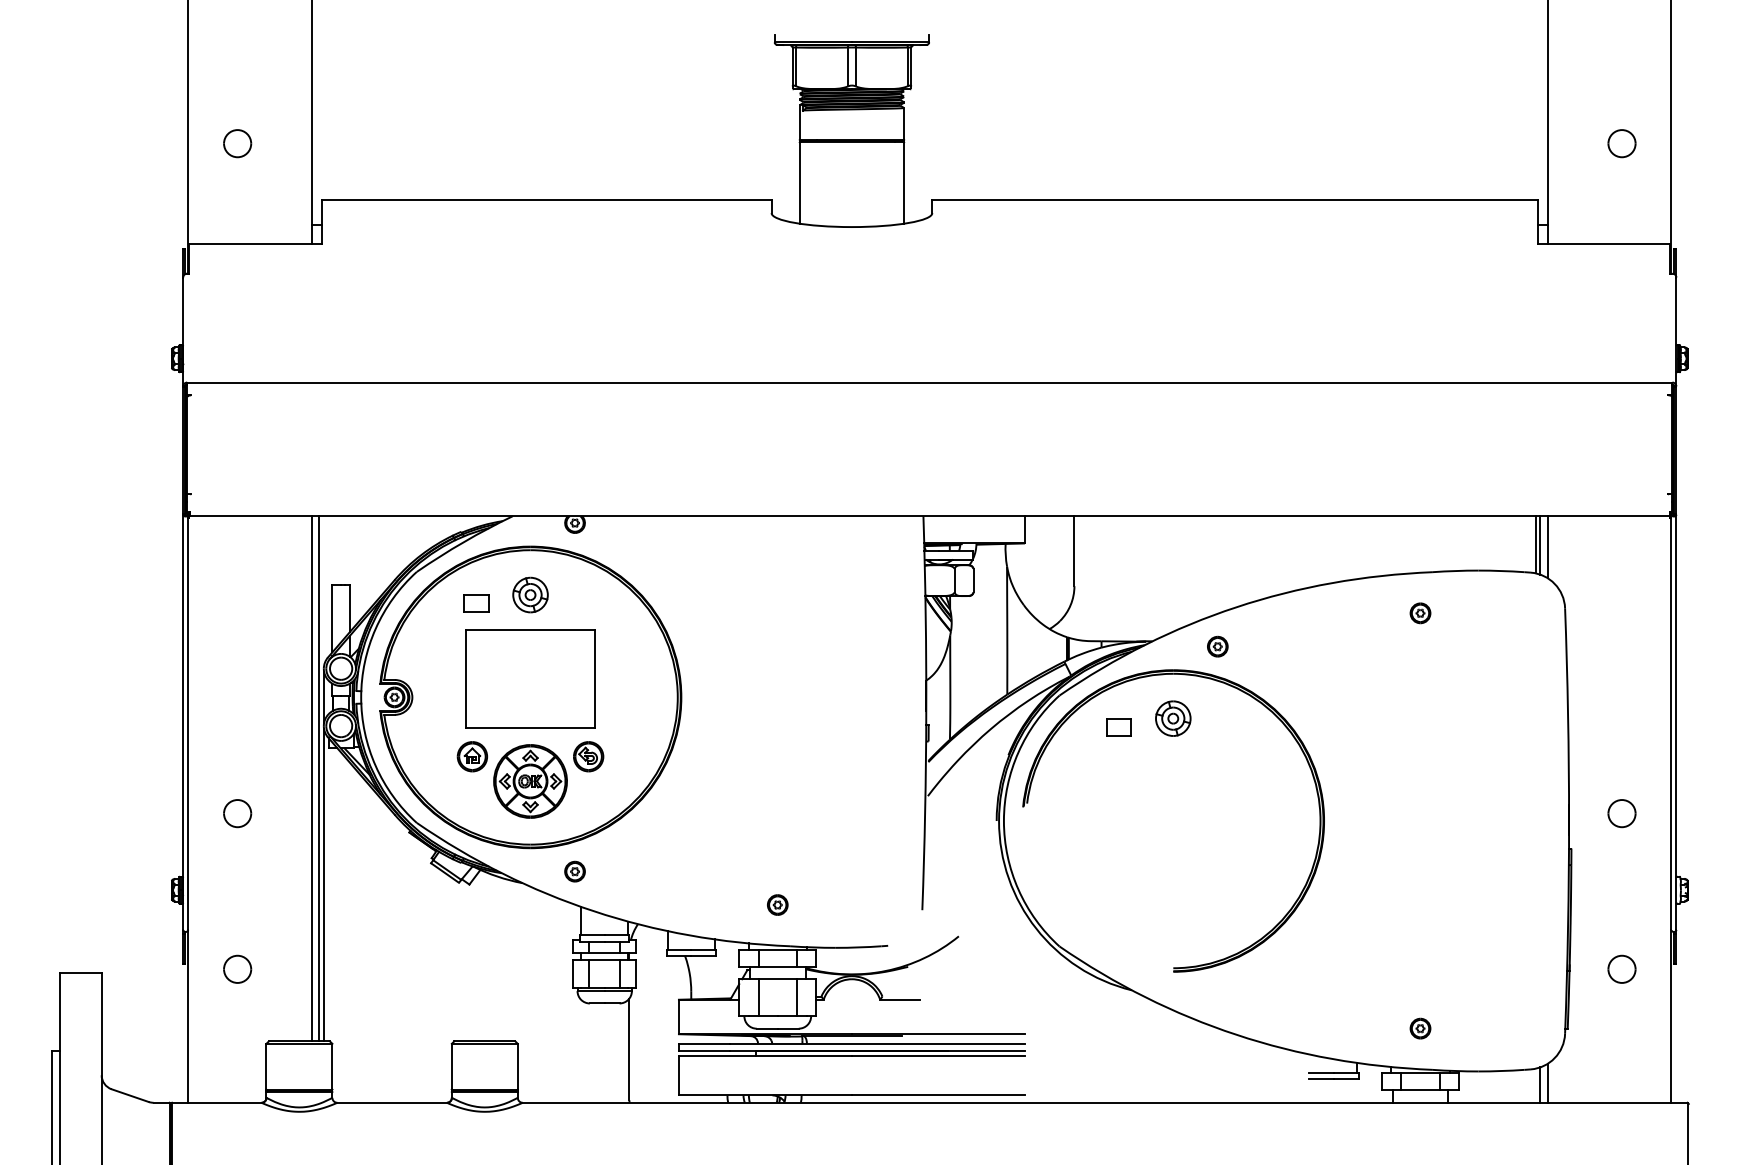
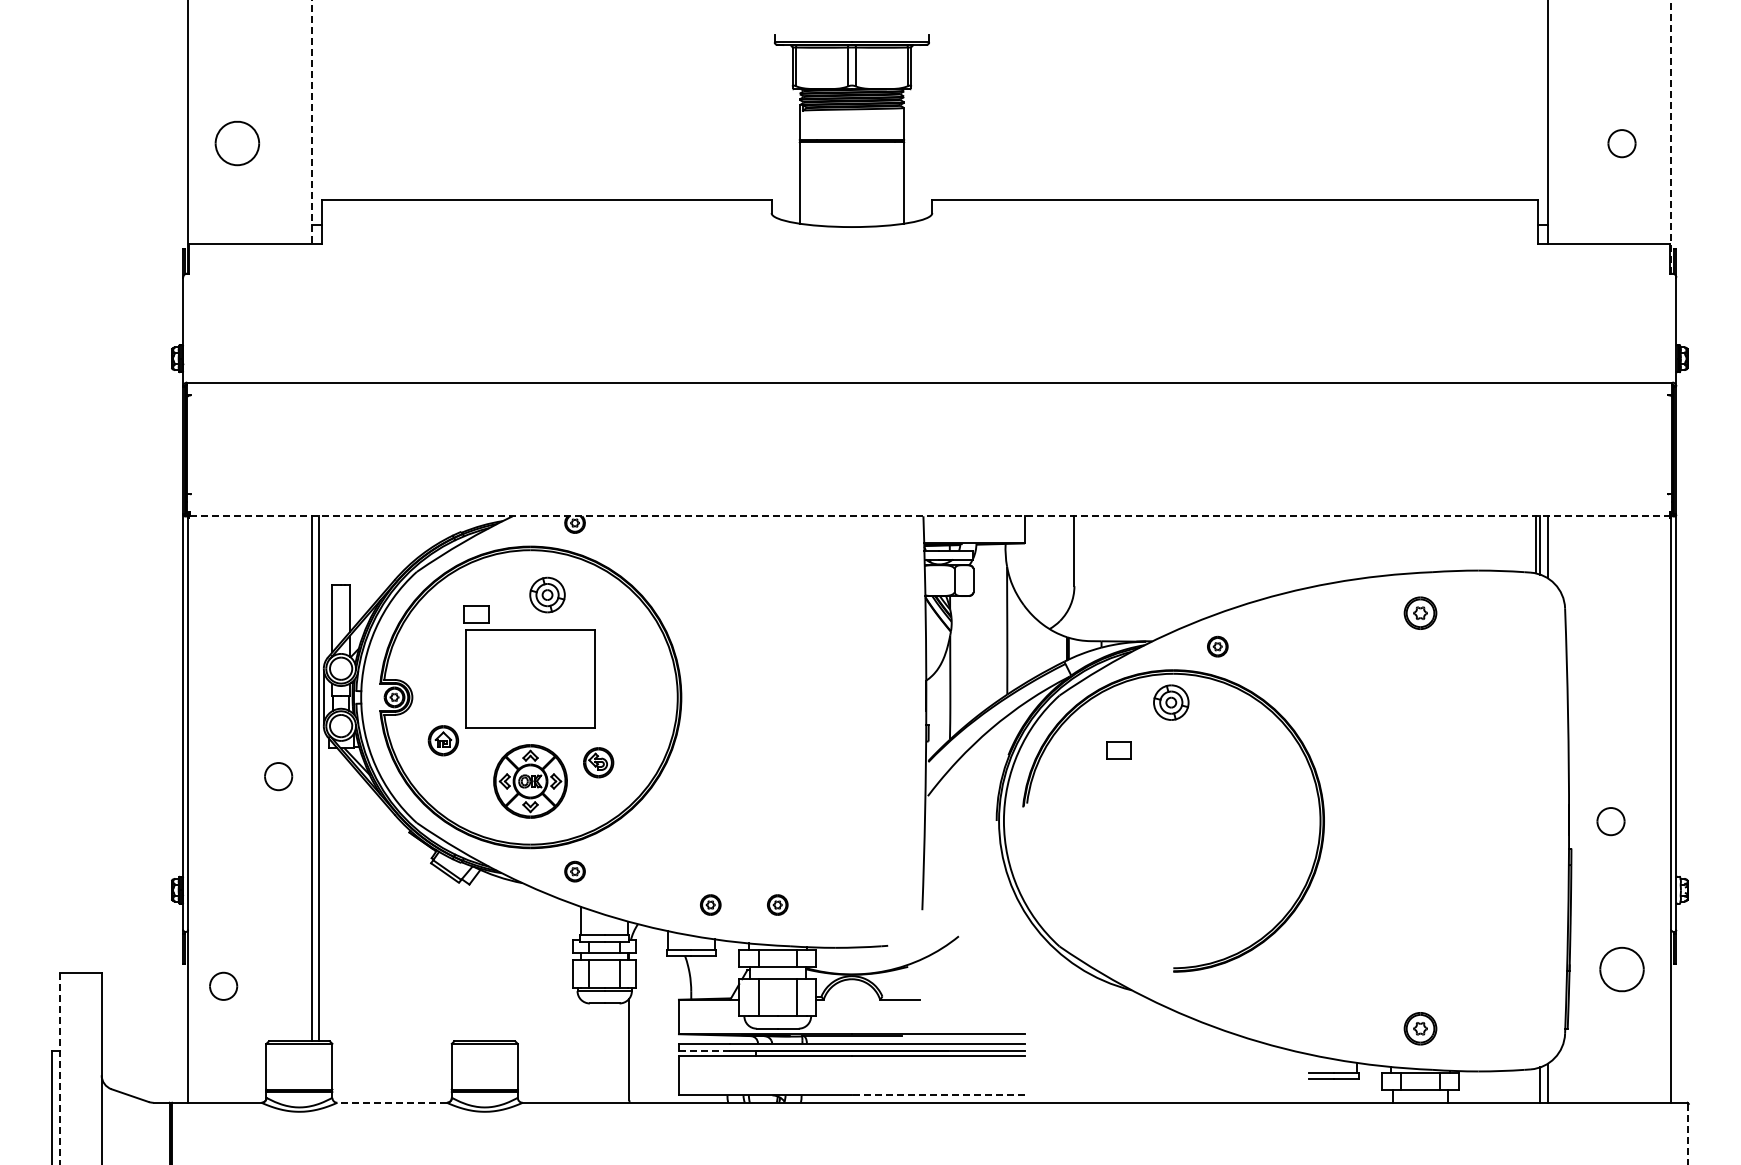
line at (311, 122): solid -> dashed
line at (1671, 137): solid -> dashed
part at (237, 143) size: 30x30 px -> 47x47 px
line at (930, 516): solid -> dashed
part at (530, 594) position: (530, 594) -> (547, 594)
part at (476, 603) position: (476, 603) -> (476, 614)
part at (1420, 613) size: 23x23 px -> 35x34 px
part at (1173, 718) position: (1173, 718) -> (1171, 702)
part at (1118, 727) position: (1118, 727) -> (1118, 750)
part at (472, 756) position: (472, 756) -> (443, 740)
part at (588, 756) position: (588, 756) -> (598, 762)
part at (237, 813) position: (237, 813) -> (278, 776)
part at (1621, 813) position: (1621, 813) -> (1610, 821)
line at (324, 885): present -> none
part at (710, 904): none -> present
part at (237, 968) position: (237, 968) -> (223, 985)
part at (1621, 968) size: 30x30 px -> 46x47 px
part at (1420, 1028) size: 23x23 px -> 35x34 px
line at (703, 1050): solid -> dashed
line at (59, 1069): solid -> dashed
line at (938, 1095): solid -> dashed
line at (392, 1102): solid -> dashed
line at (1687, 1133): solid -> dashed
